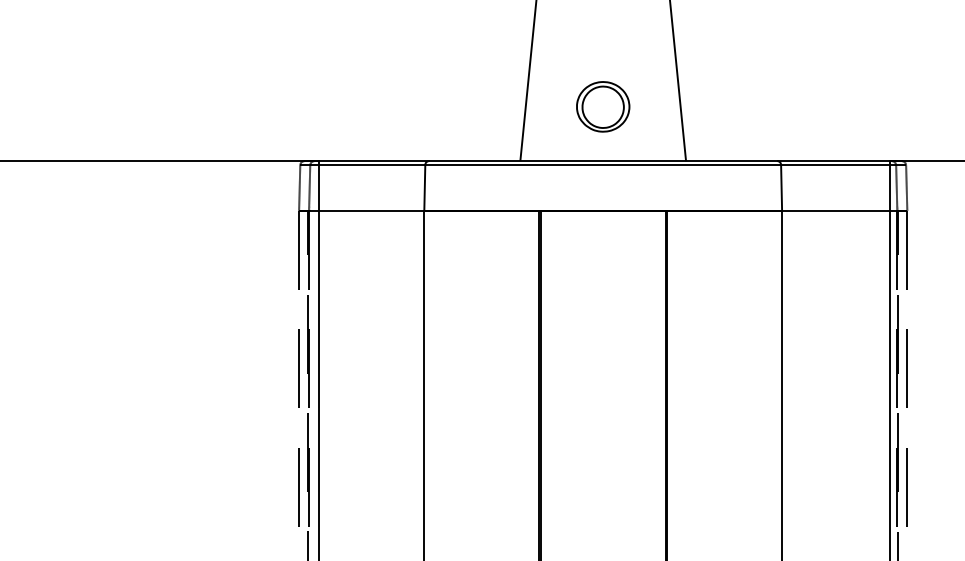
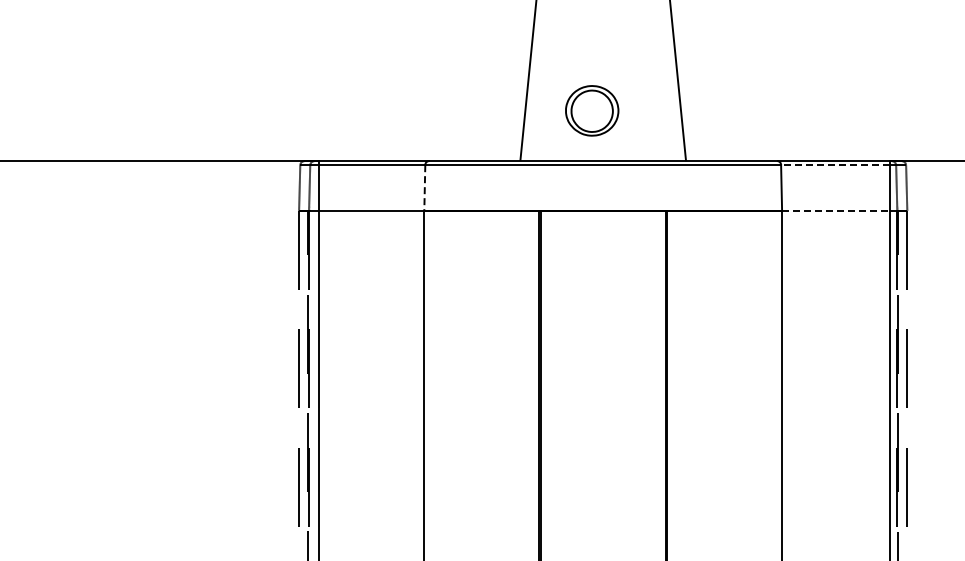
part at (603, 106) position: (603, 106) -> (592, 110)
line at (835, 165): solid -> dashed
line at (424, 188): solid -> dashed
line at (836, 210): solid -> dashed
